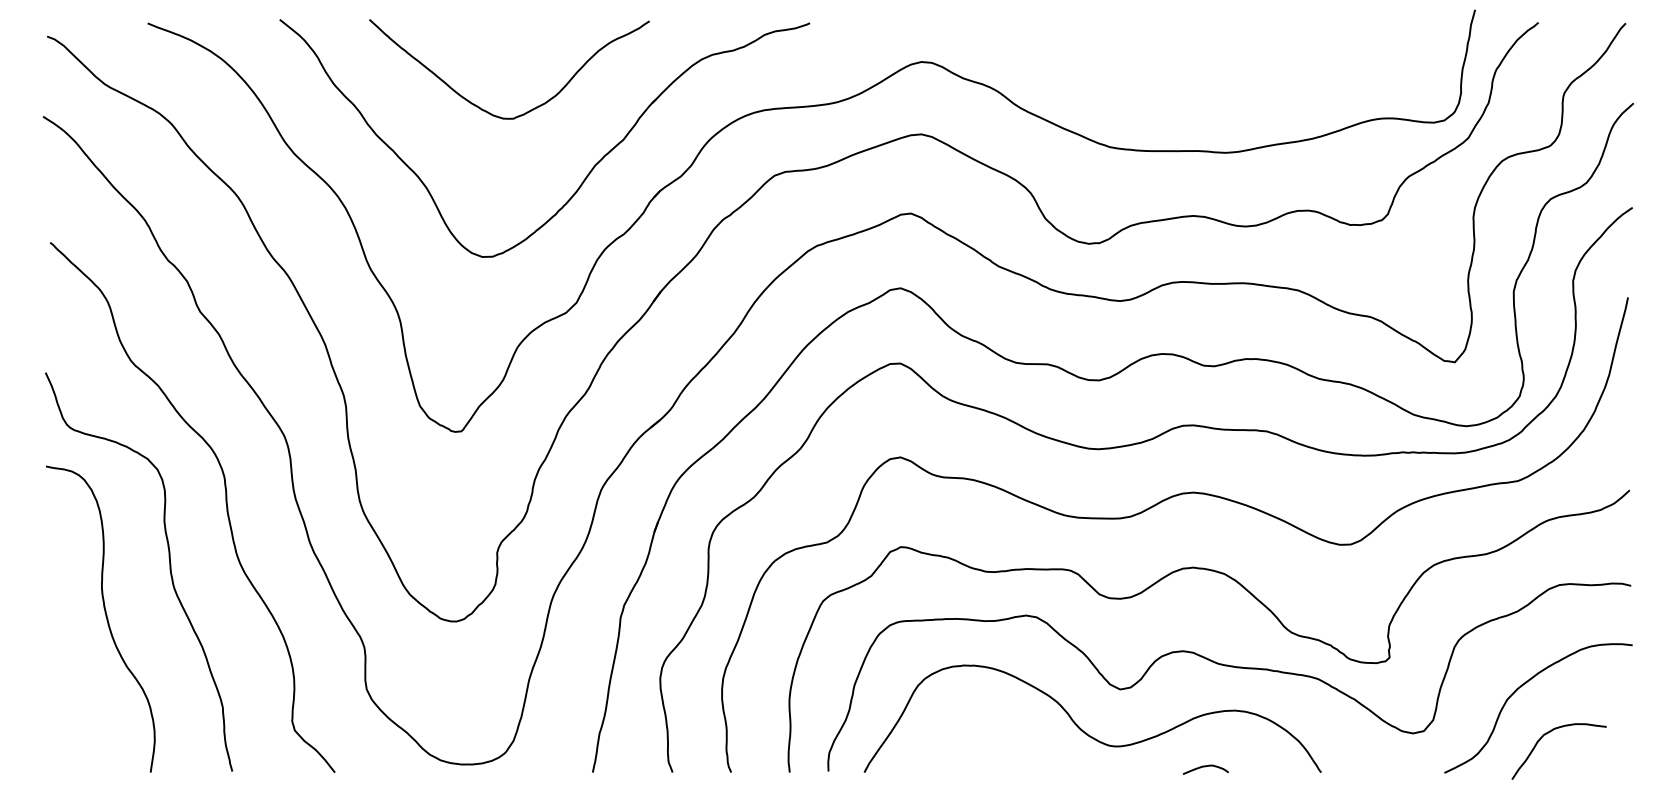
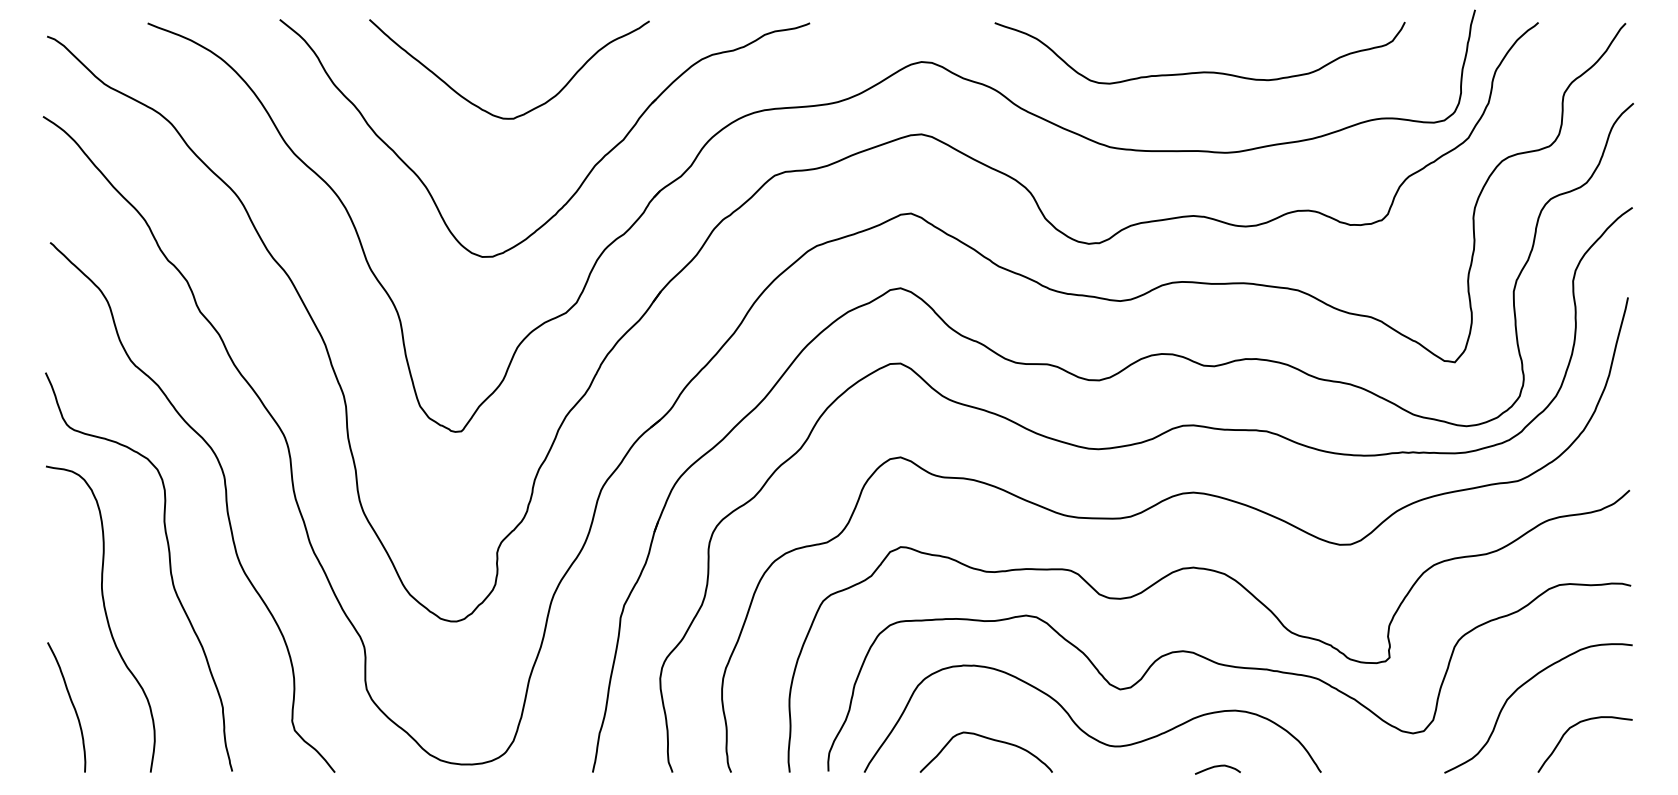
curve at (1199, 71): none -> present
curve at (72, 706): none -> present
curve at (1548, 733) position: (1548, 733) -> (1574, 726)
curve at (988, 739): none -> present
curve at (1205, 767) position: (1205, 767) -> (1217, 767)
